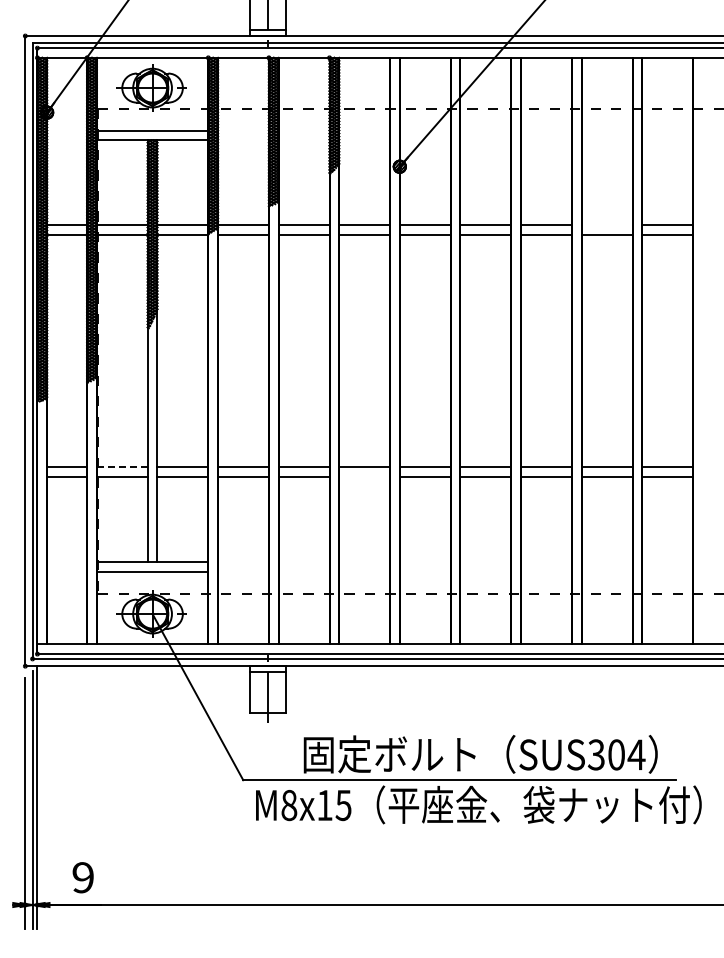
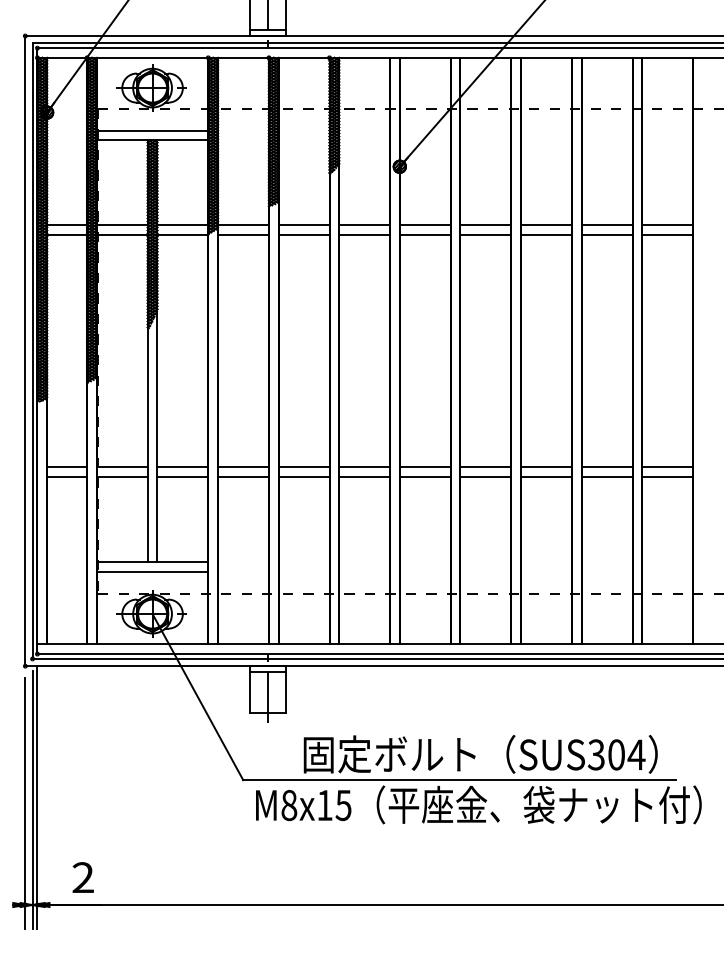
line at (606, 225): none -> present
line at (121, 467): dashed -> solid
line at (364, 477): none -> present
text at (82, 877): 9 -> 2
